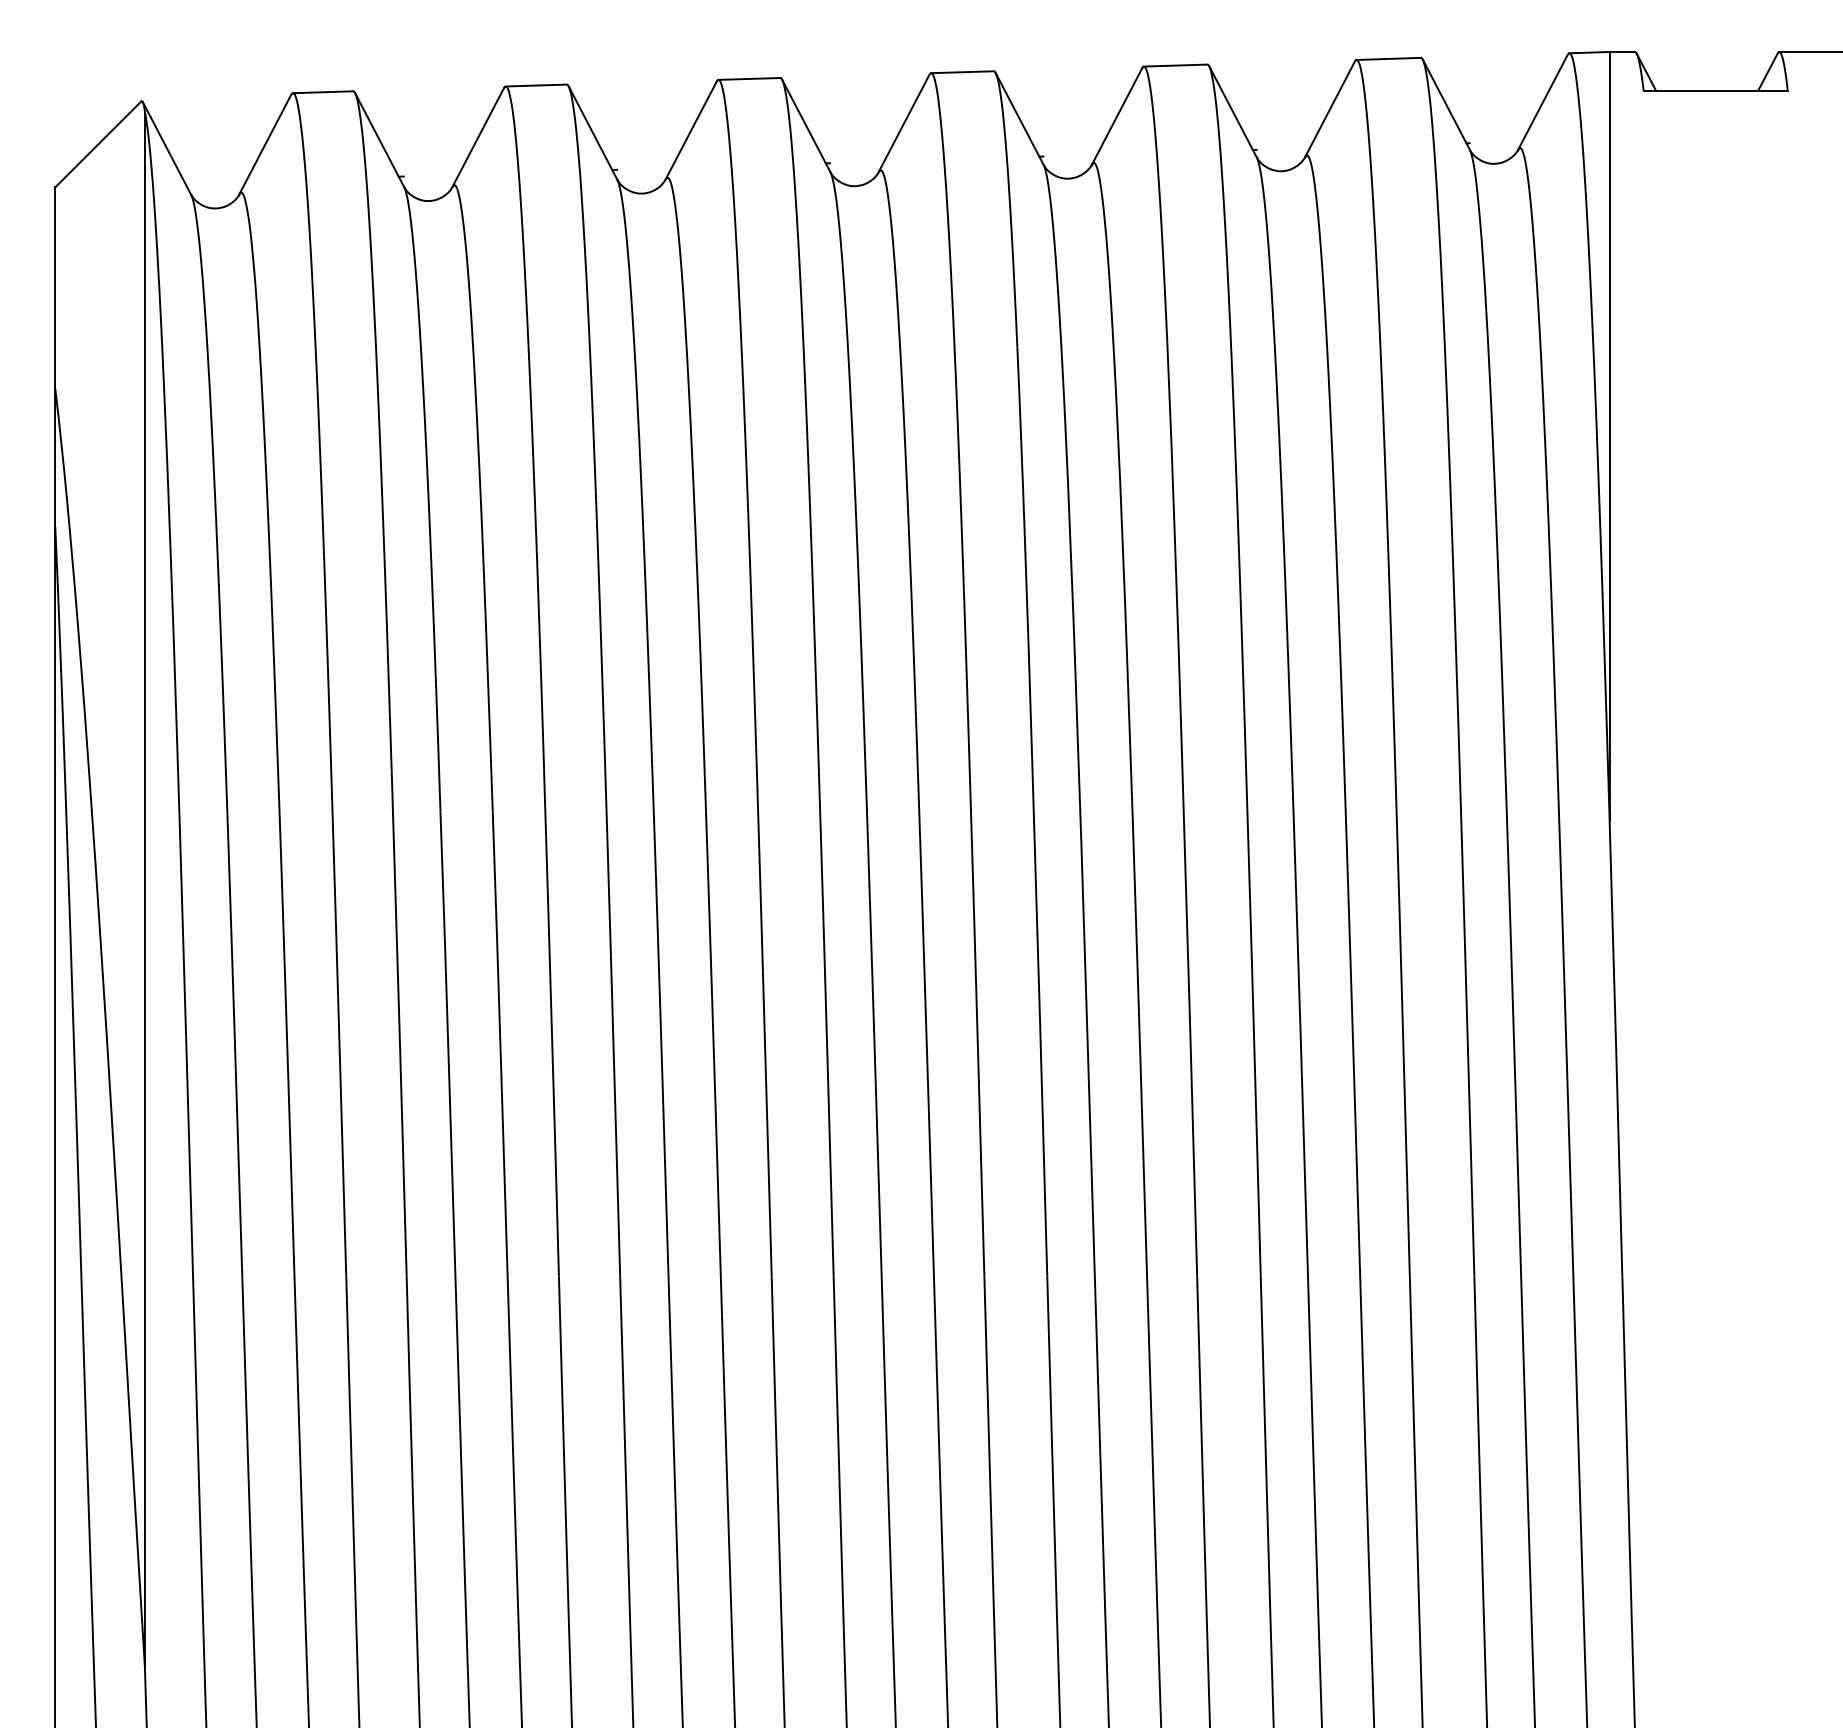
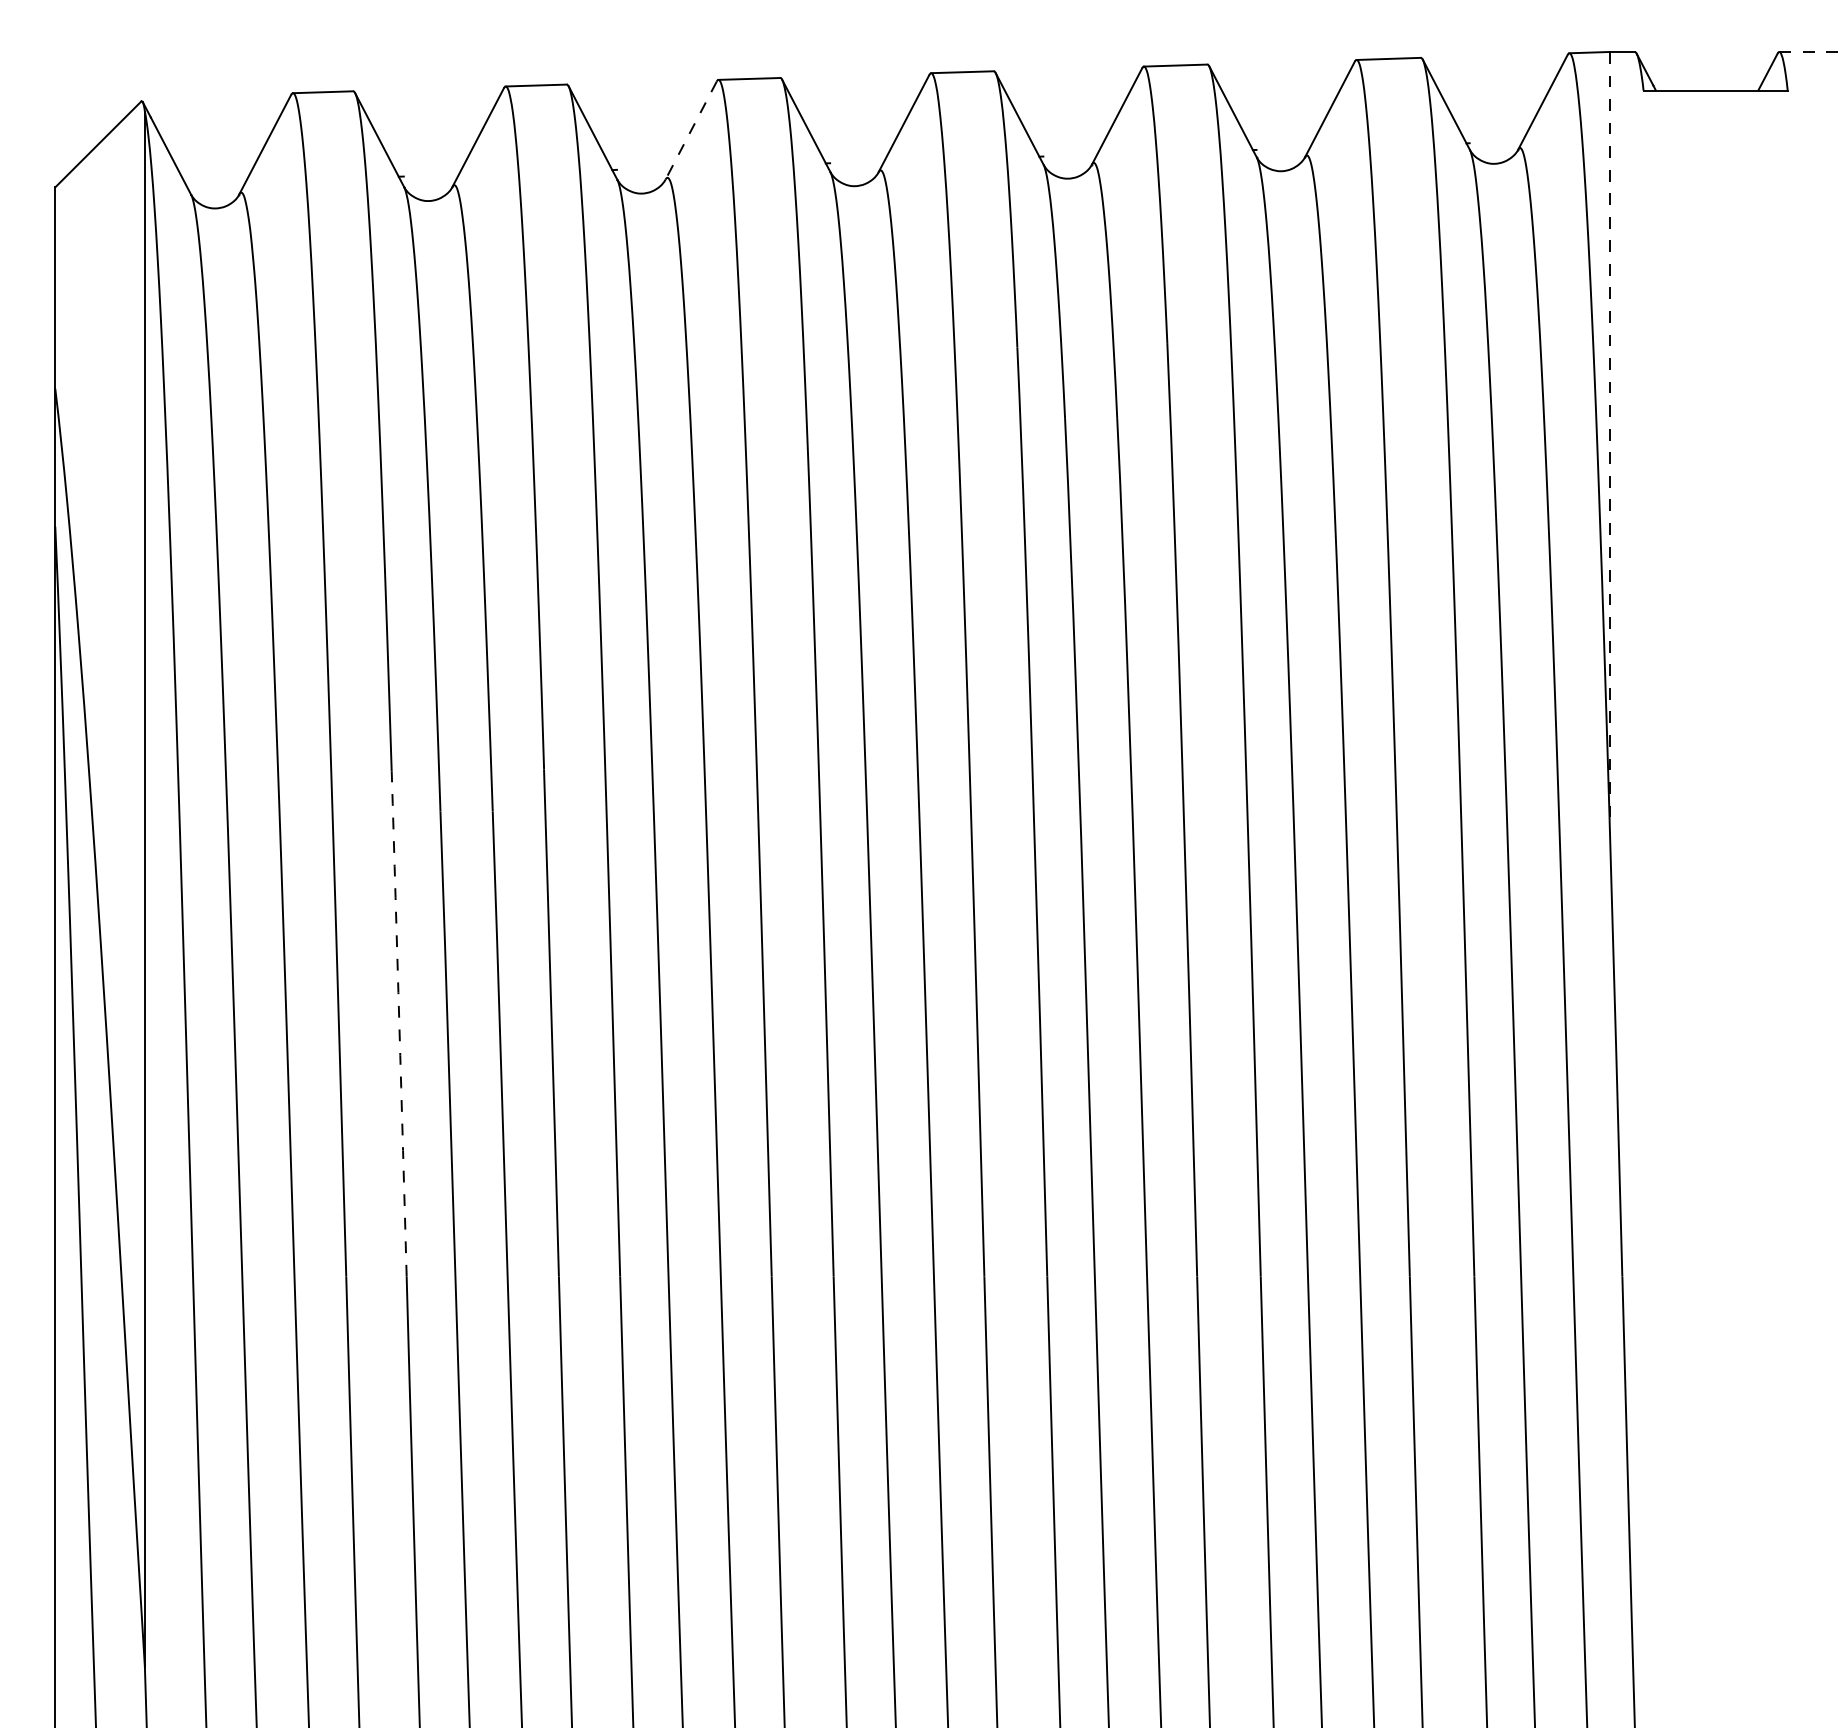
line at (1811, 51): solid -> dashed
line at (690, 131): solid -> dashed
line at (1609, 436): solid -> dashed
arc at (399, 1024): solid -> dashed
